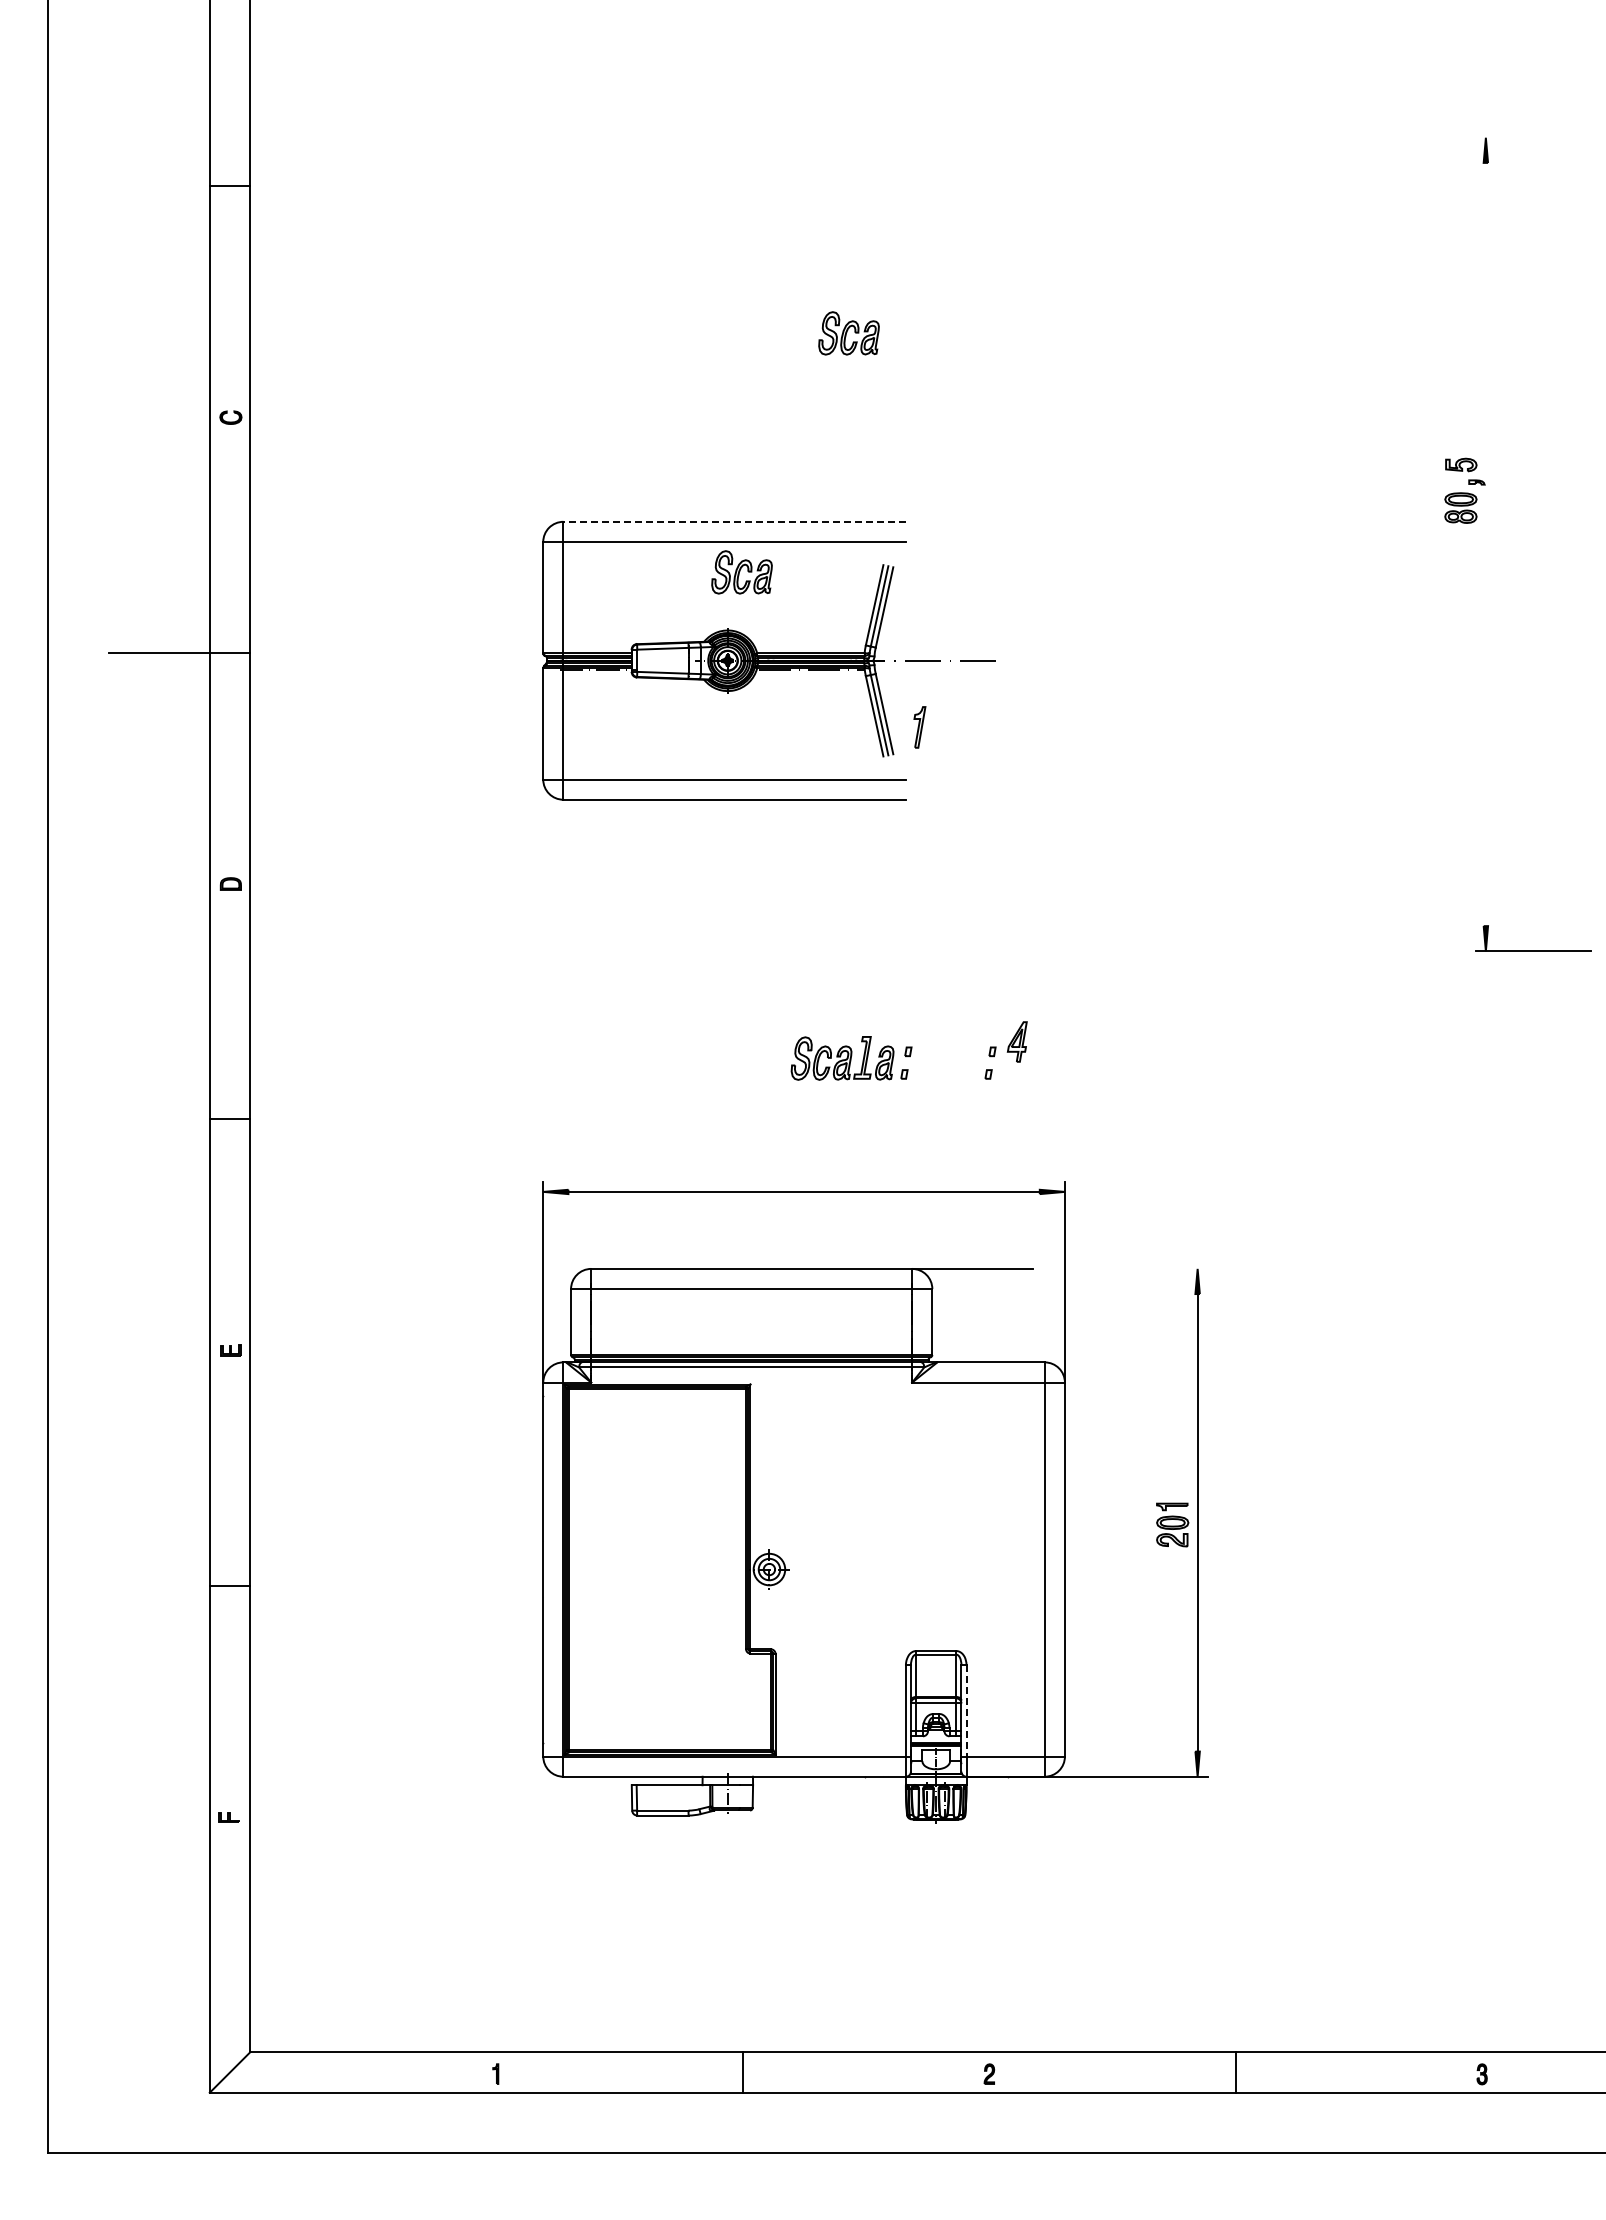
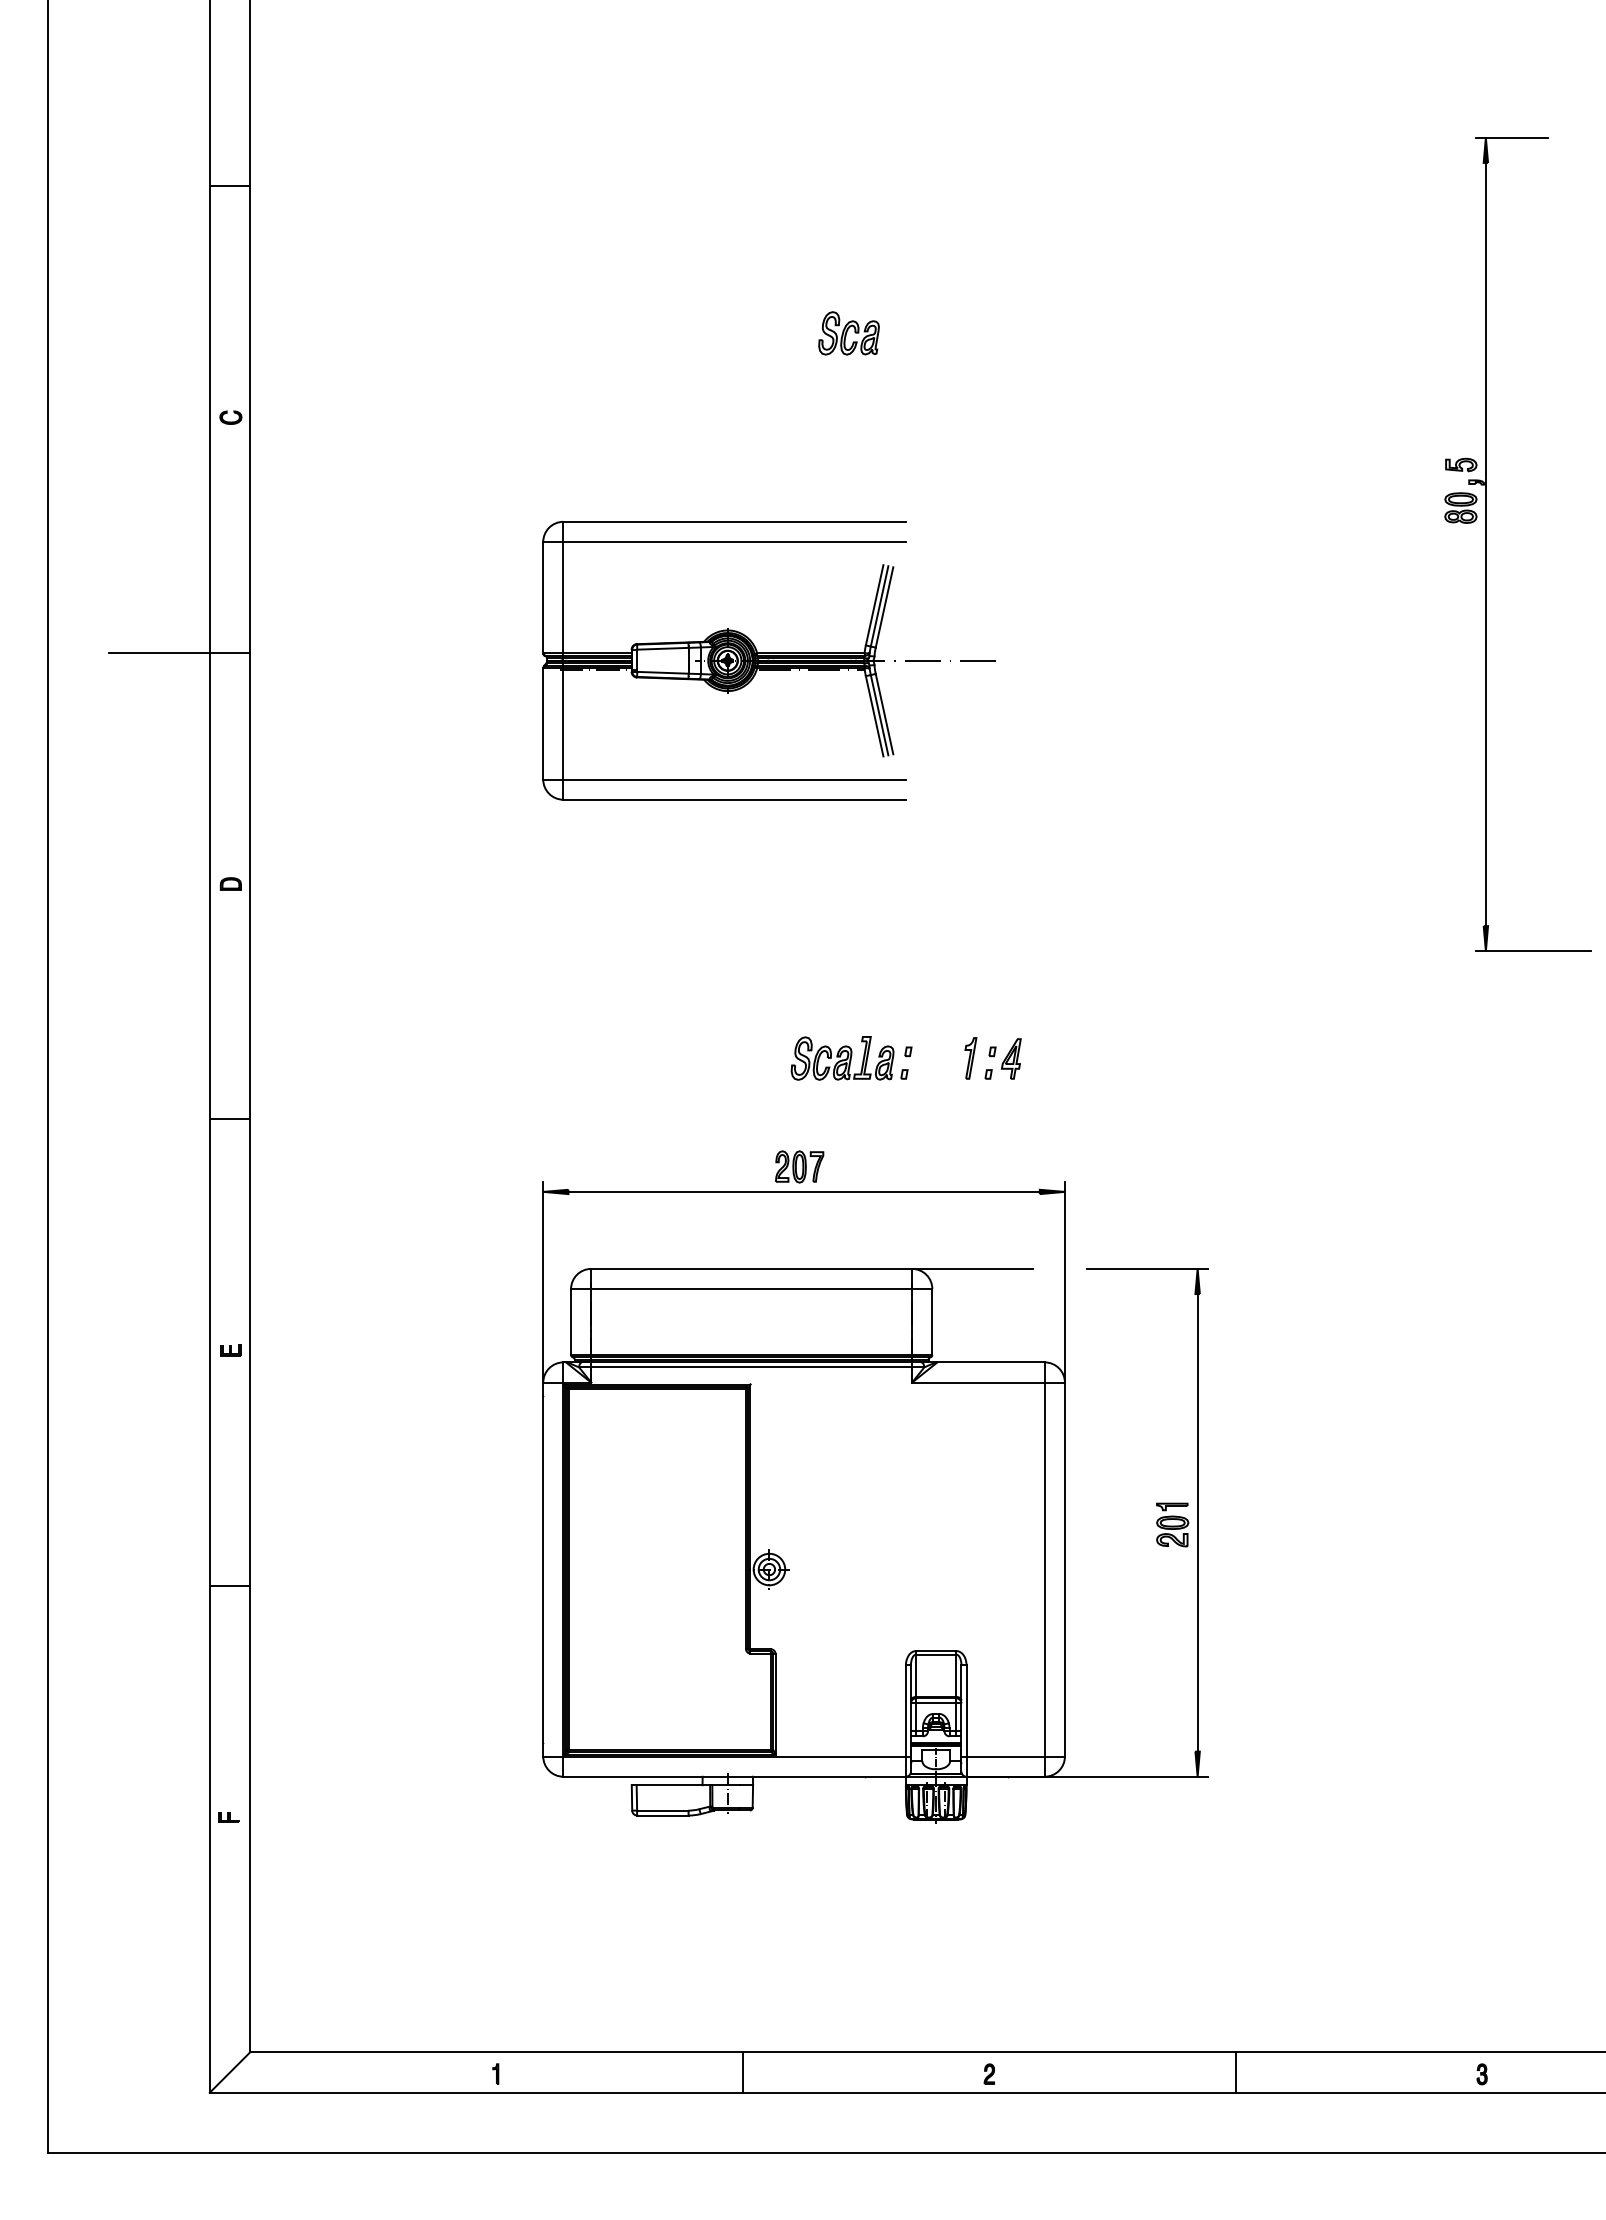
line at (1511, 137): none -> present
line at (734, 521): dashed -> solid
line at (1485, 544): none -> present
part at (741, 572): present -> none
part at (919, 727) position: (919, 727) -> (970, 1058)
part at (1016, 1041) position: (1016, 1041) -> (1010, 1058)
part at (799, 1166): none -> present
line at (1147, 1268): none -> present
line at (966, 1710): dashed -> solid
